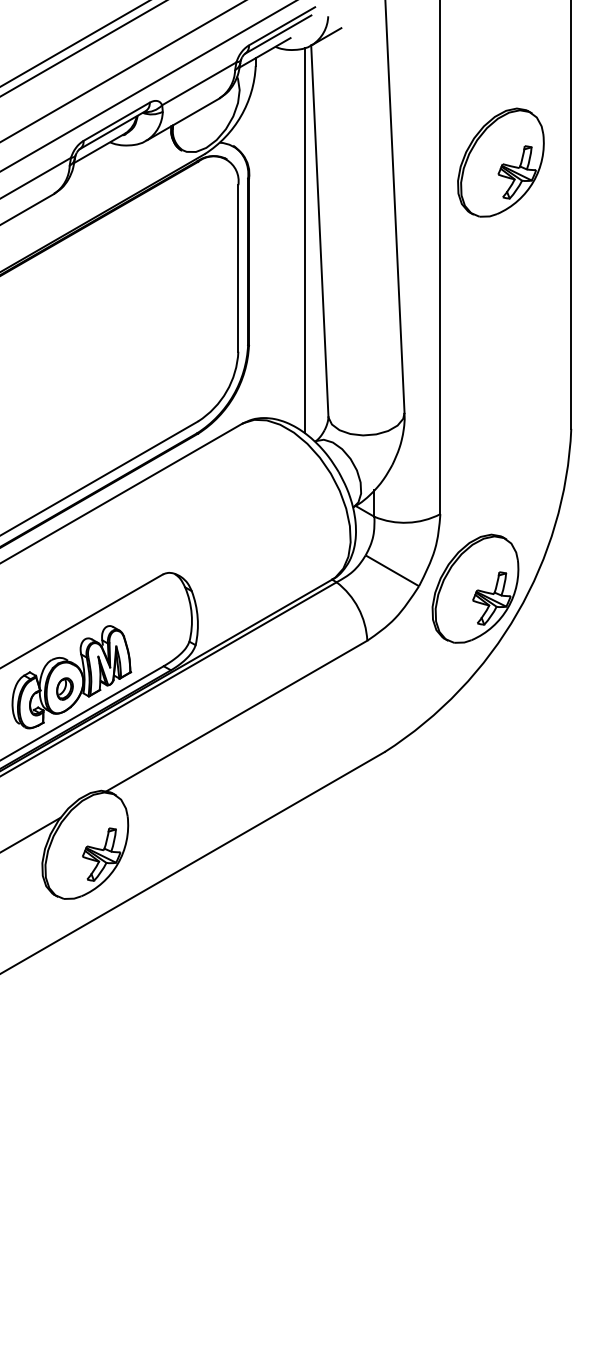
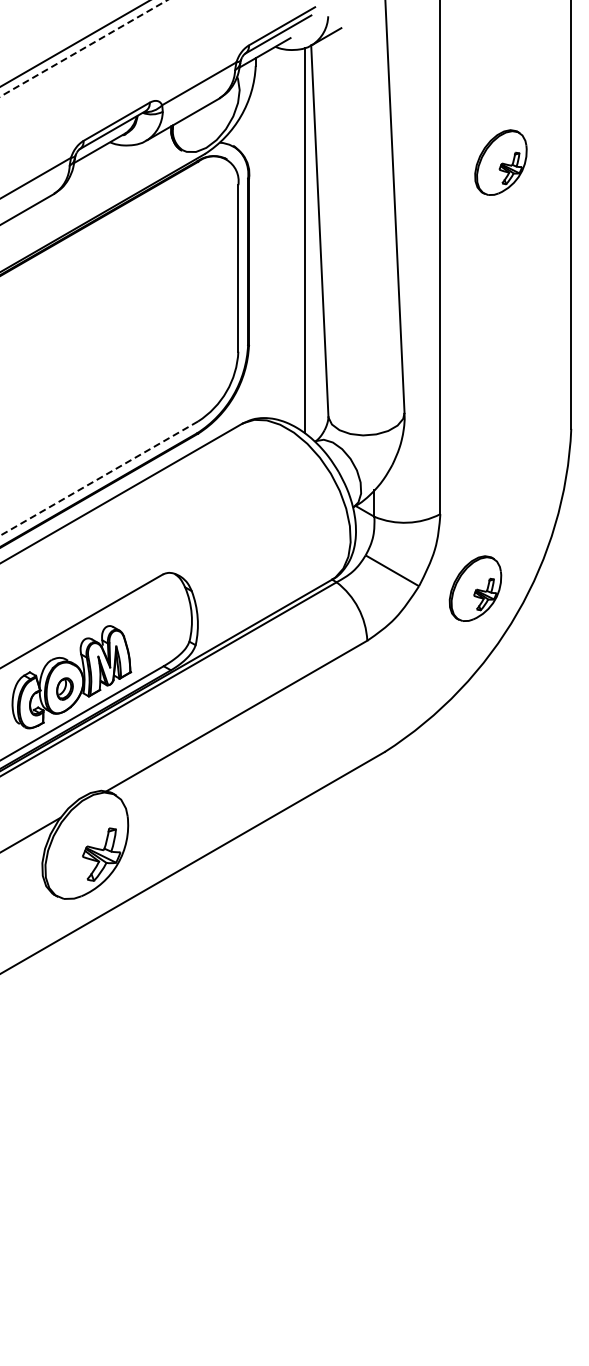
line at (83, 48): solid -> dashed
line at (122, 71): present -> none
line at (147, 86): present -> none
part at (500, 162) size: 88x111 px -> 54x67 px
line at (99, 478): solid -> dashed
part at (475, 588) size: 89x111 px -> 55x67 px
